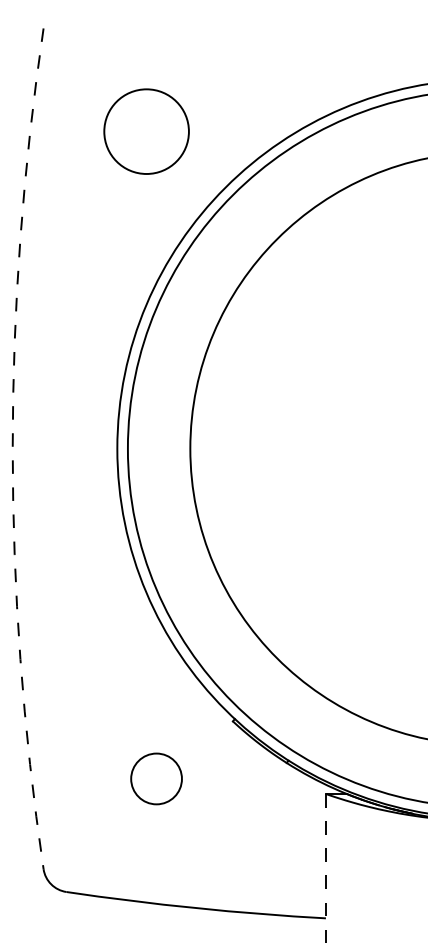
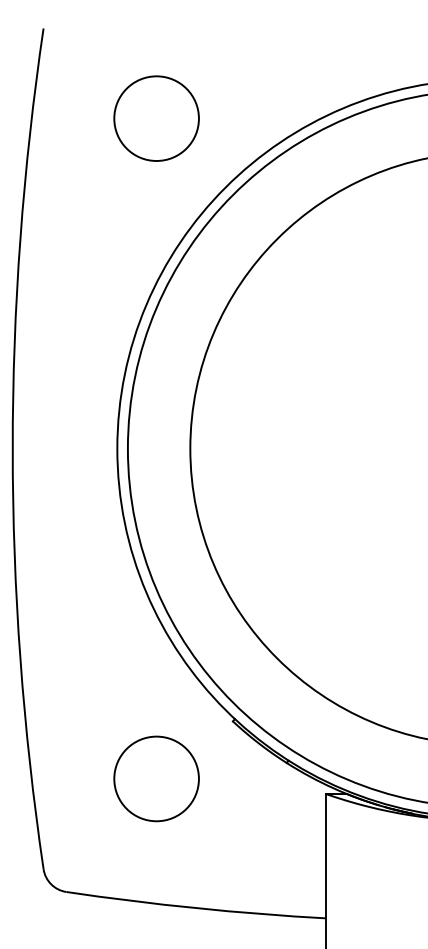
circle at (146, 131) position: (146, 131) -> (156, 118)
arc at (12, 448): dashed -> solid
circle at (156, 778) size: 53x54 px -> 87x88 px
line at (325, 871): dashed -> solid
